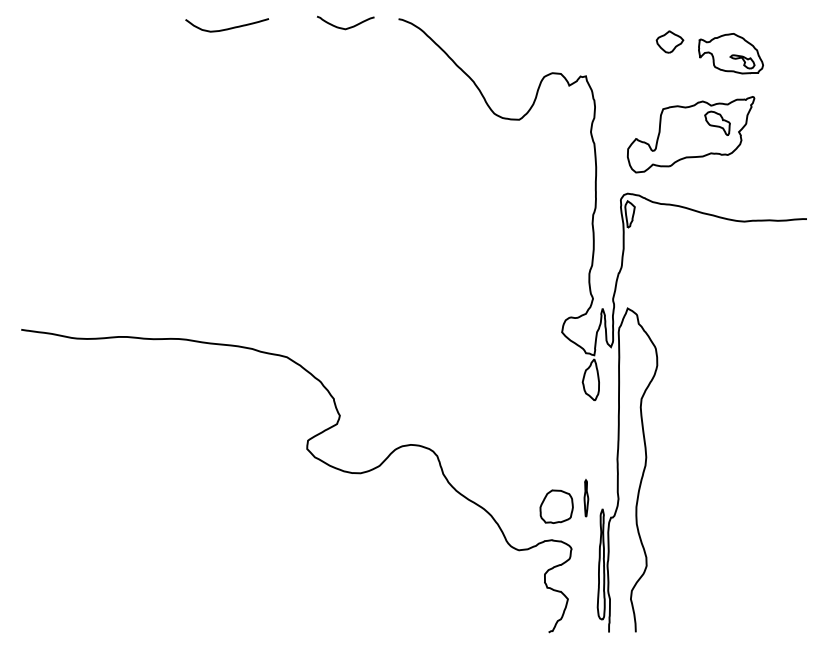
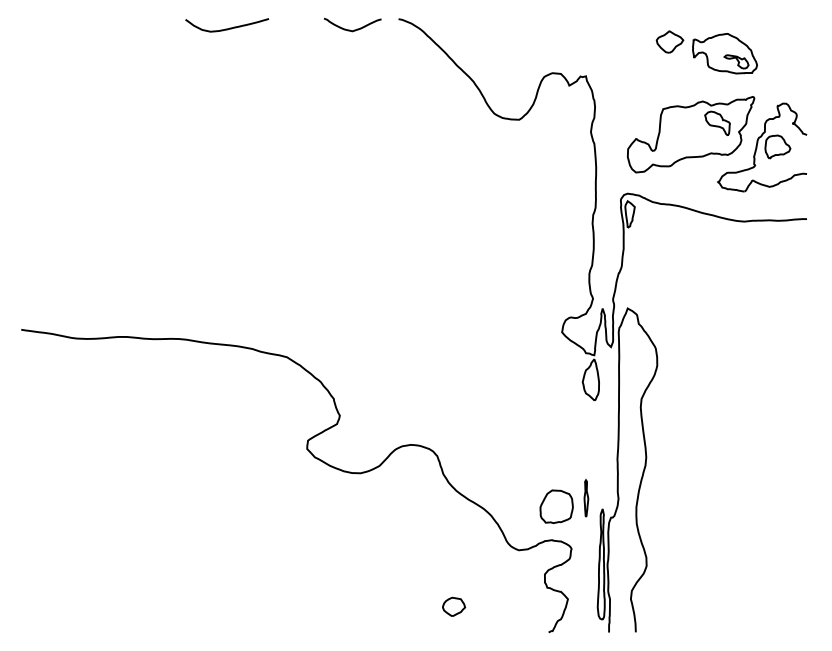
curve at (343, 27) position: (343, 27) -> (350, 29)
part at (730, 53) position: (730, 53) -> (724, 53)
part at (762, 147): none -> present
part at (454, 606): none -> present
